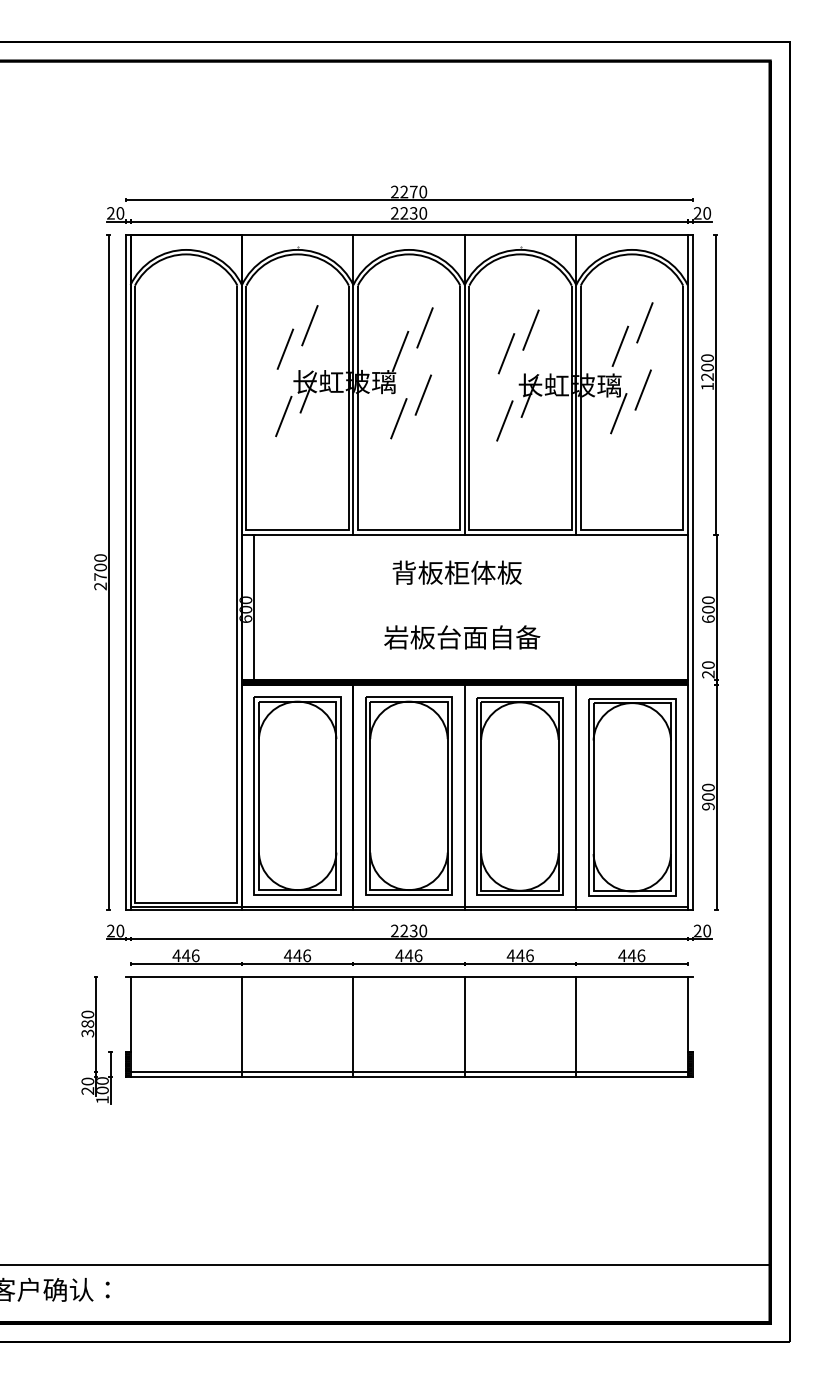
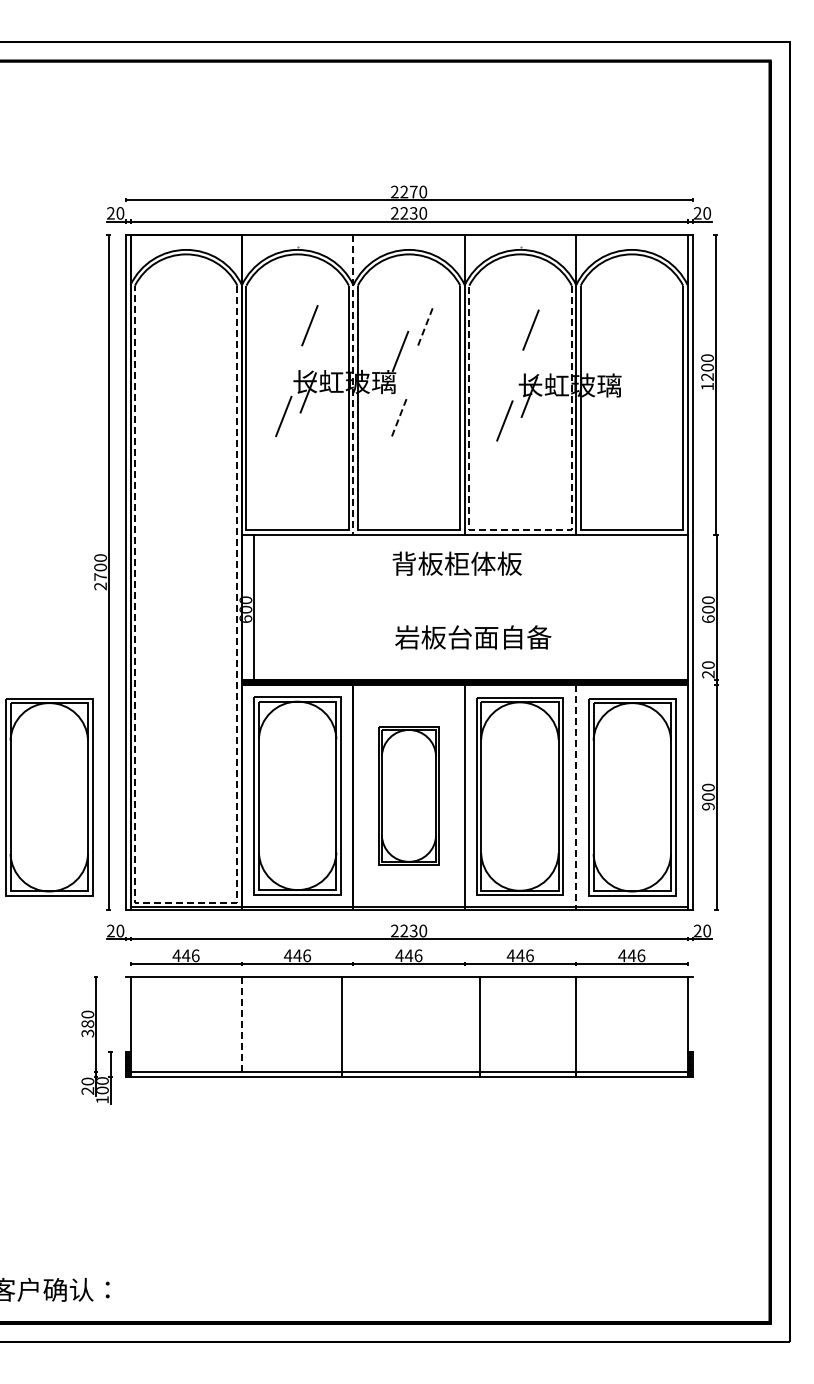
line at (644, 322): present -> none
line at (424, 328): solid -> dashed
line at (620, 346): present -> none
line at (285, 348): present -> none
line at (506, 353): present -> none
line at (353, 384): solid -> dashed
line at (642, 389): present -> none
line at (423, 394): present -> none
line at (618, 413): present -> none
line at (398, 419): solid -> dashed
line at (520, 530): solid -> dashed
text at (456, 572) position: (456, 572) -> (456, 563)
text at (462, 637) position: (462, 637) -> (473, 637)
part at (408, 795) size: 88x200 px -> 62x140 px
part at (49, 797): none -> present
line at (576, 797): solid -> dashed
line at (185, 902): solid -> dashed
line at (241, 1026): solid -> dashed
line at (353, 1026) position: (353, 1026) -> (342, 1026)
line at (464, 1026) position: (464, 1026) -> (479, 1026)
line at (386, 1264): present -> none
